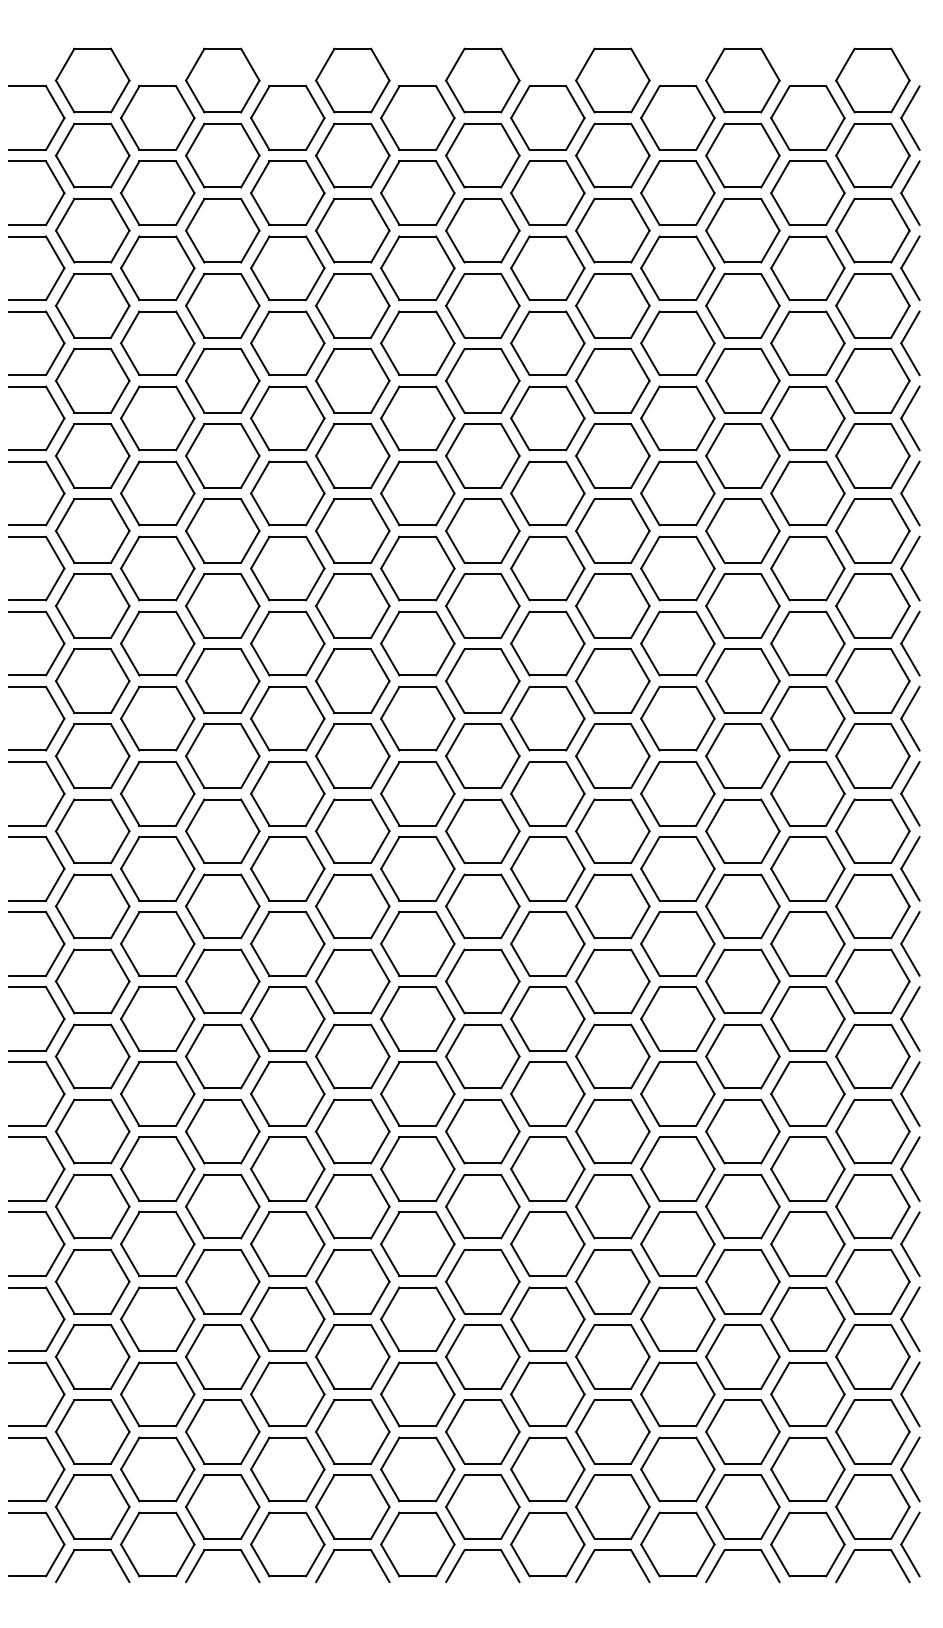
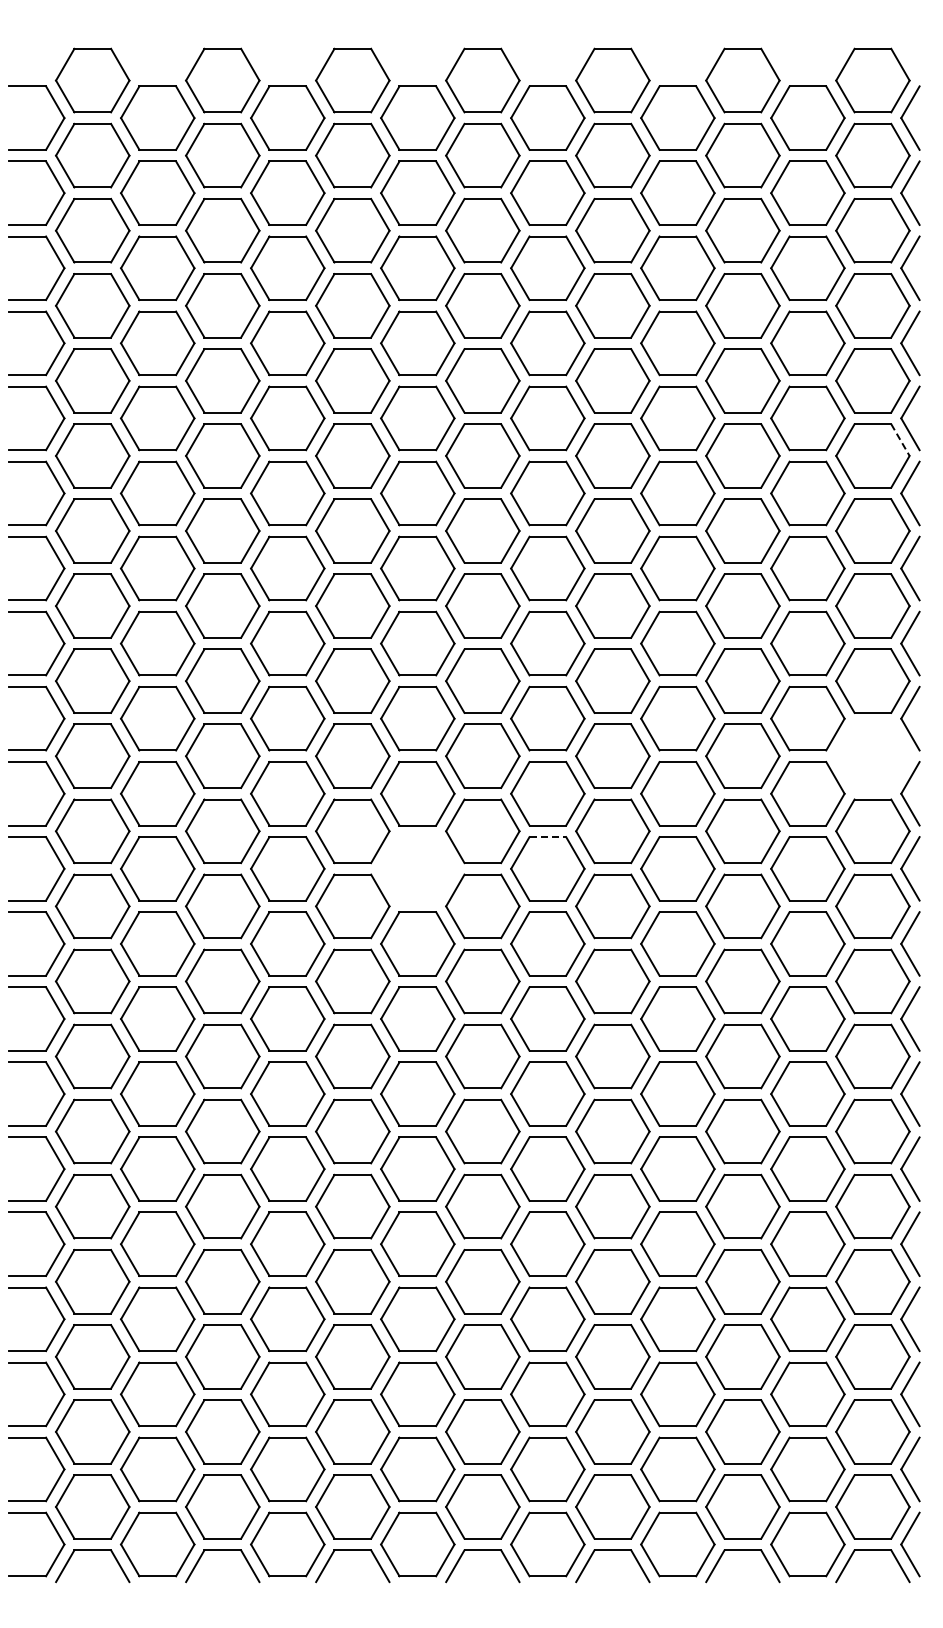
line at (900, 440): solid -> dashed
part at (872, 755): present -> none
line at (548, 837): solid -> dashed
part at (417, 868): present -> none
